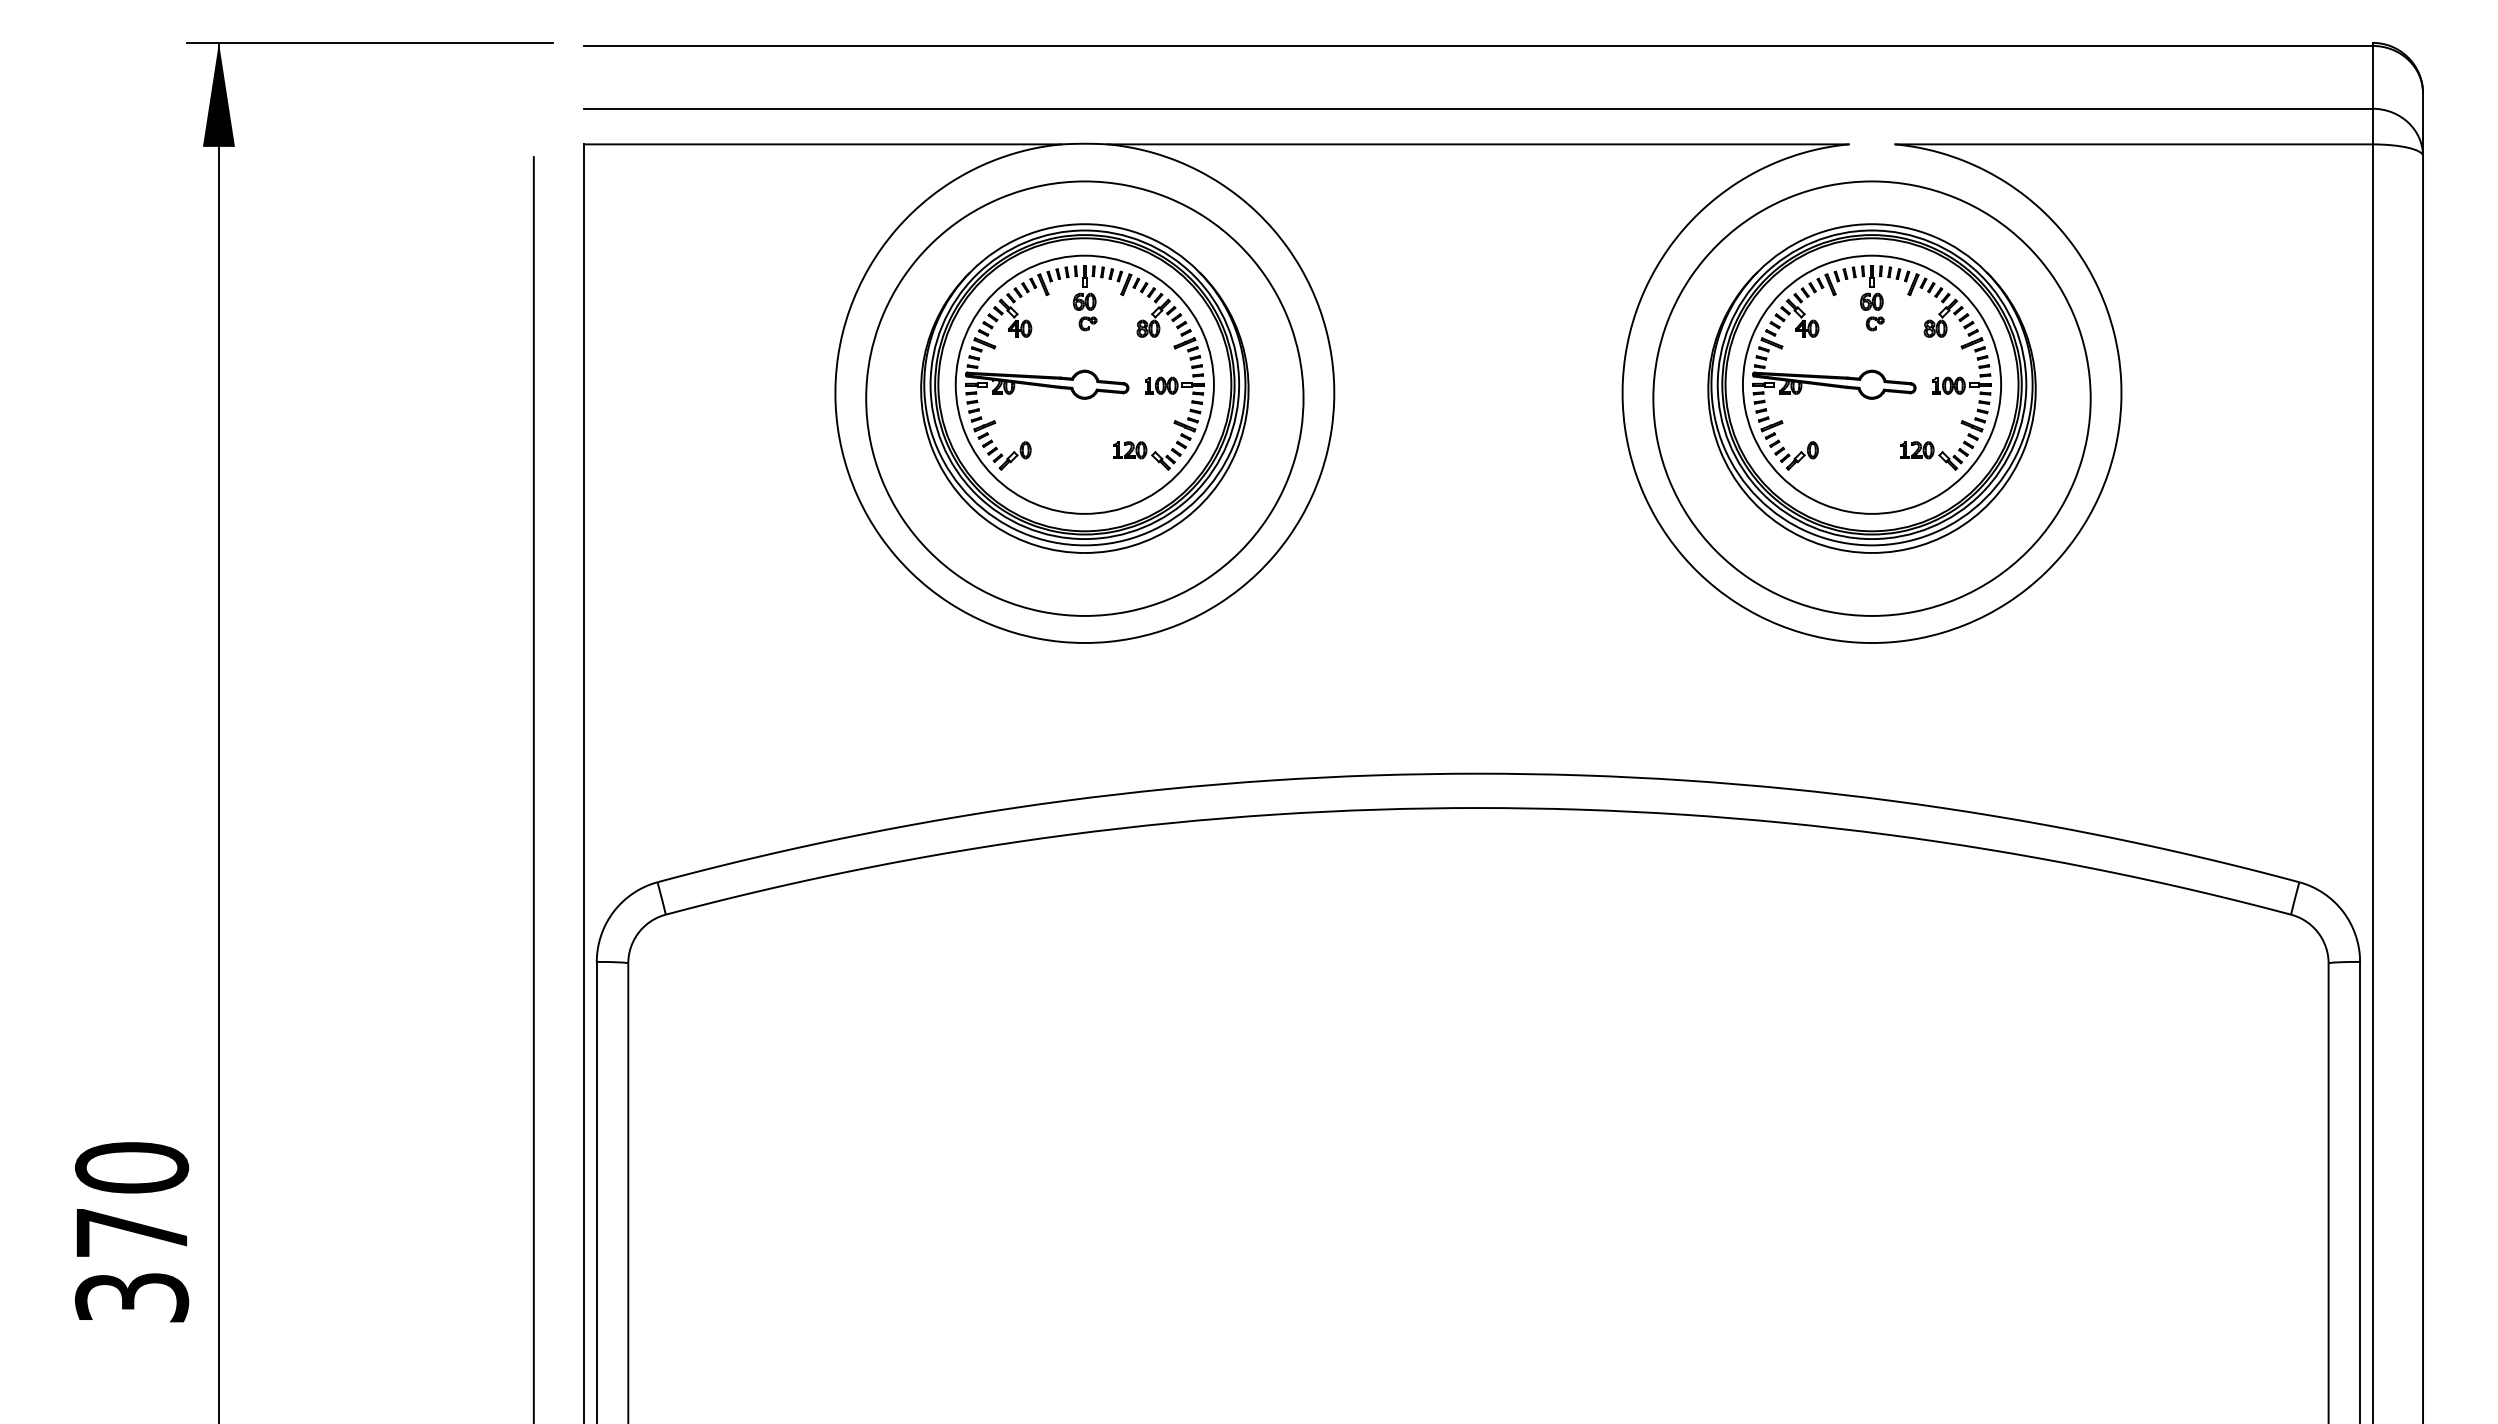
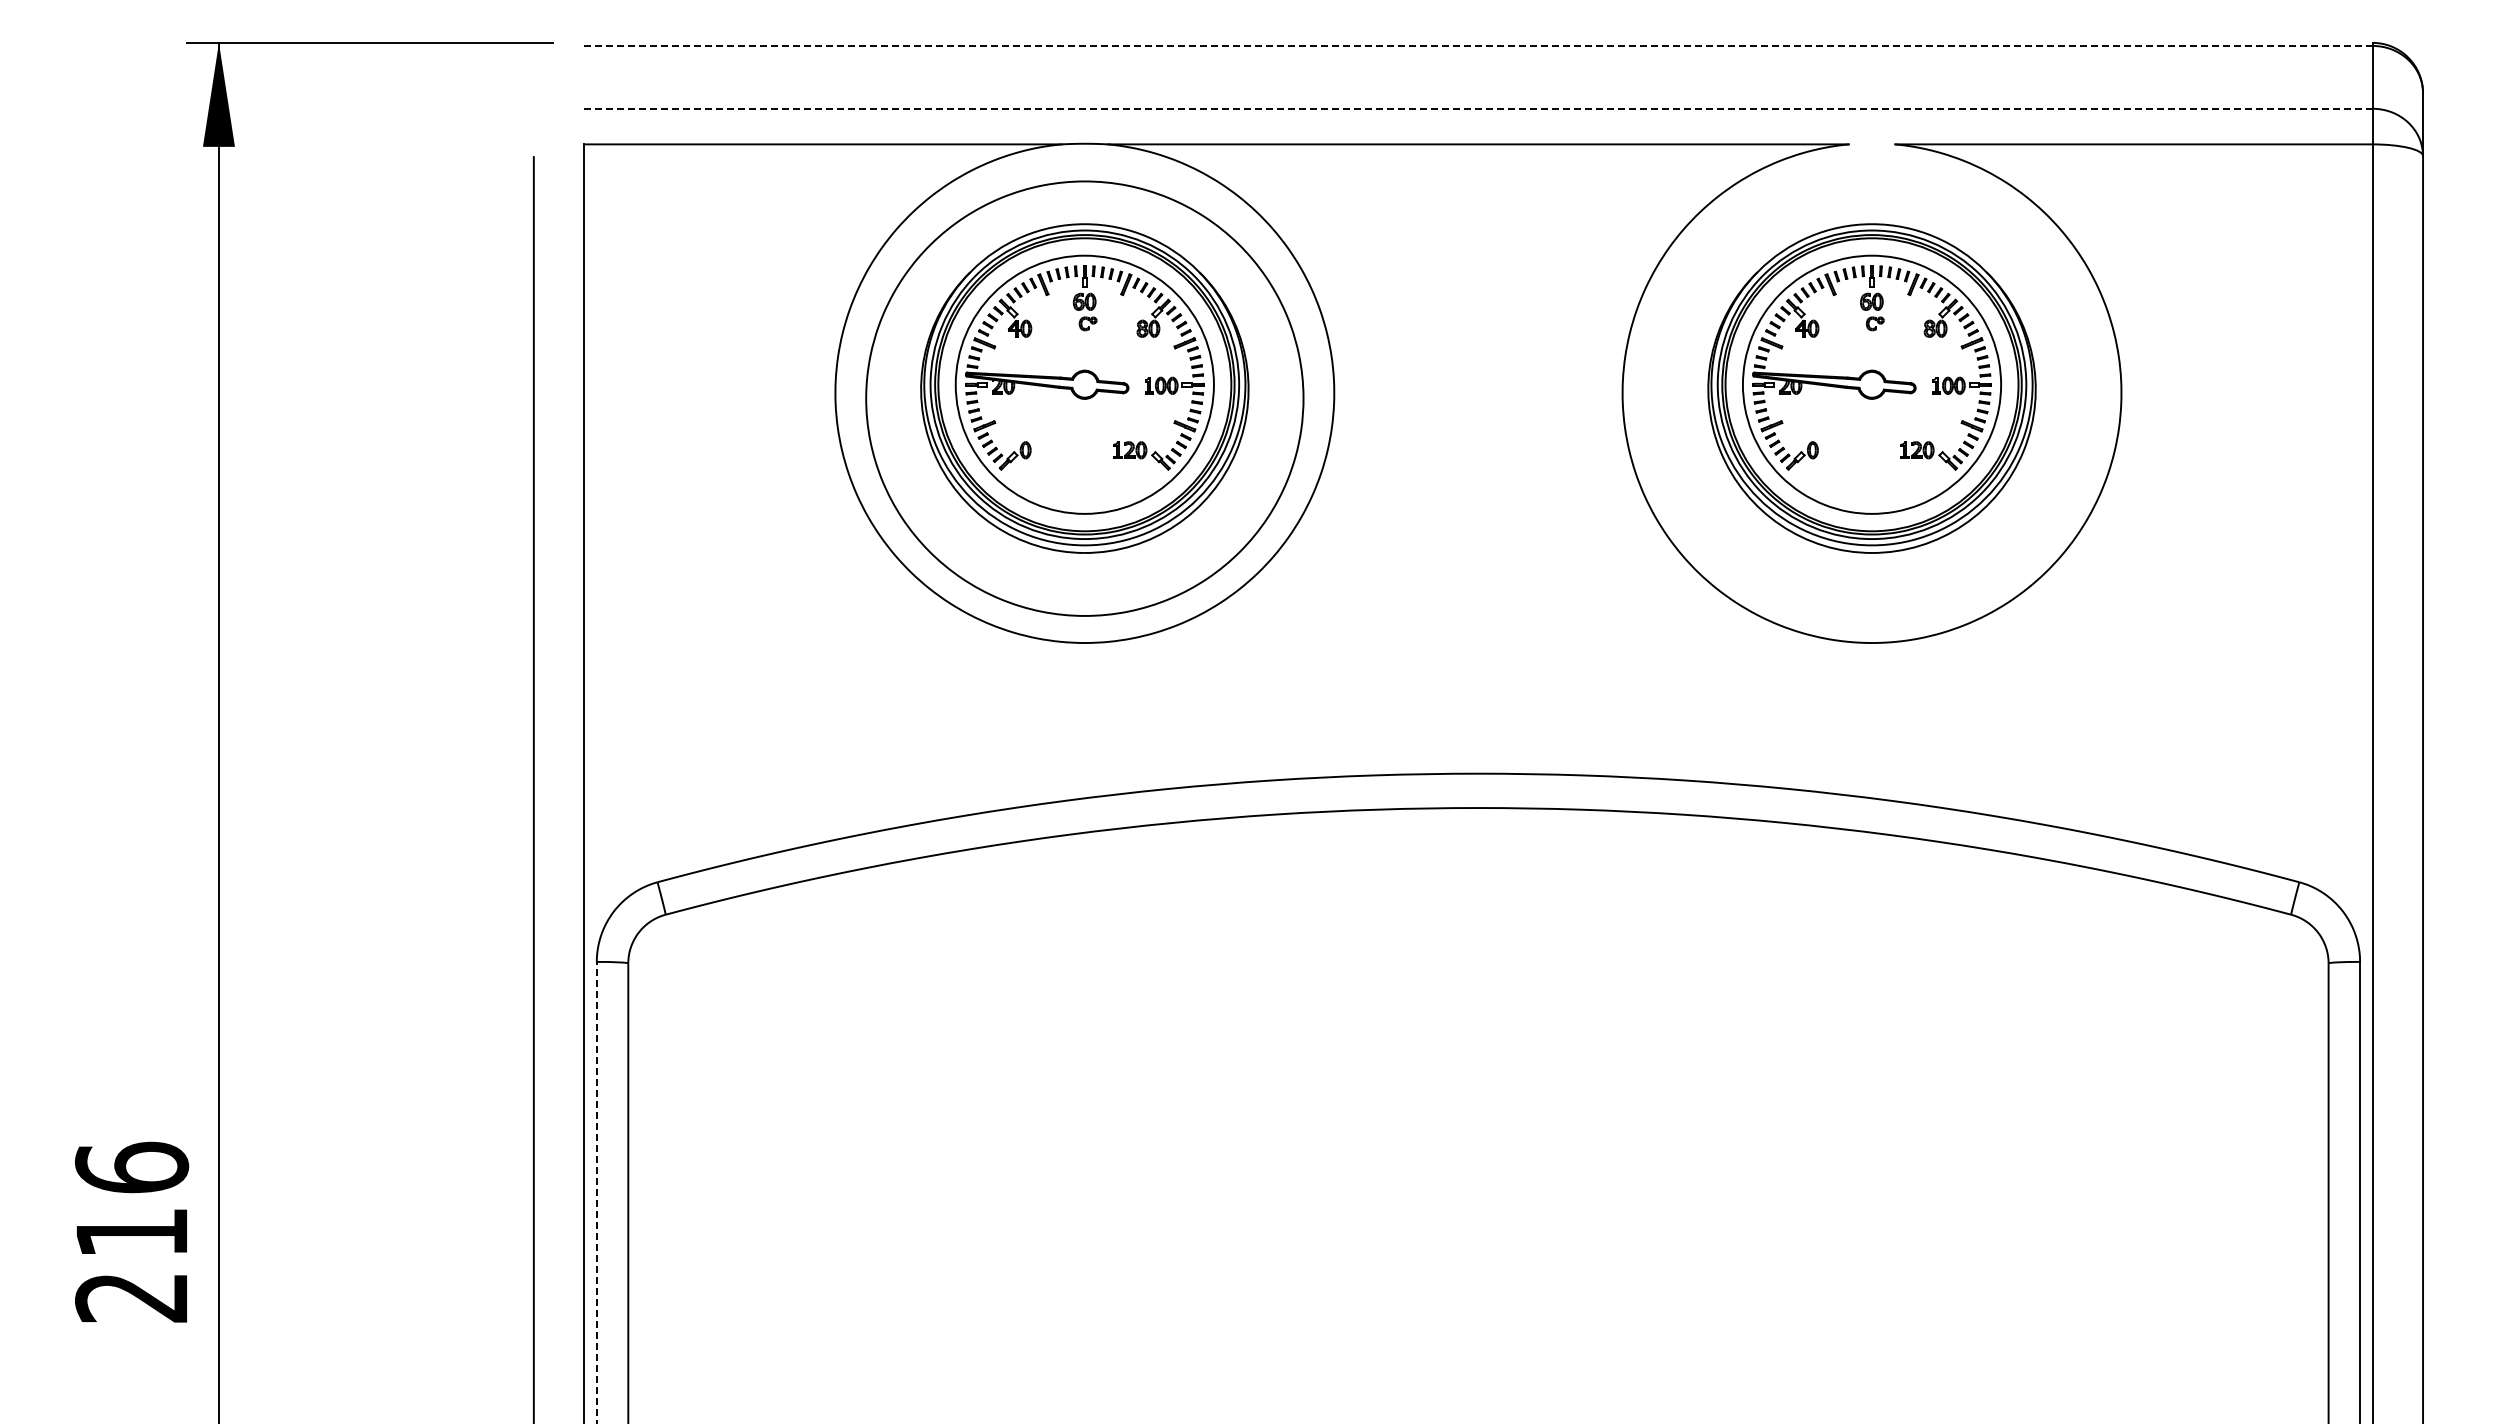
line at (1477, 45): solid -> dashed
line at (1478, 108): solid -> dashed
part at (1871, 398): present -> none
line at (596, 1192): solid -> dashed
text at (132, 1231): 370 -> 216
